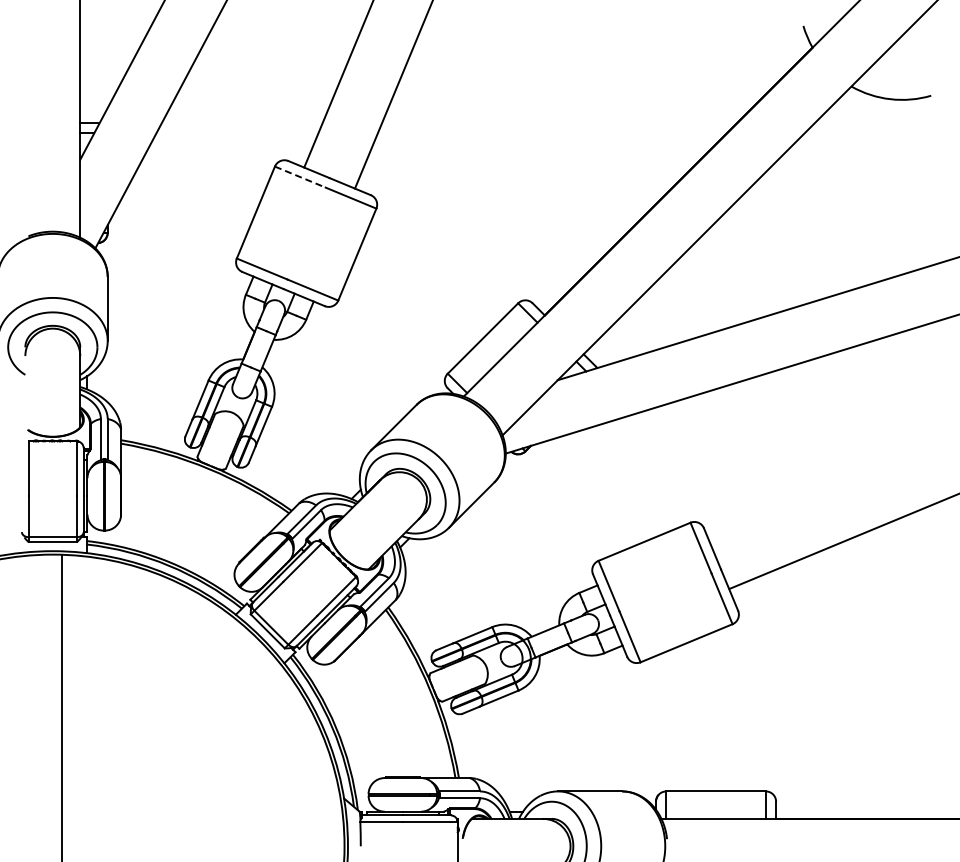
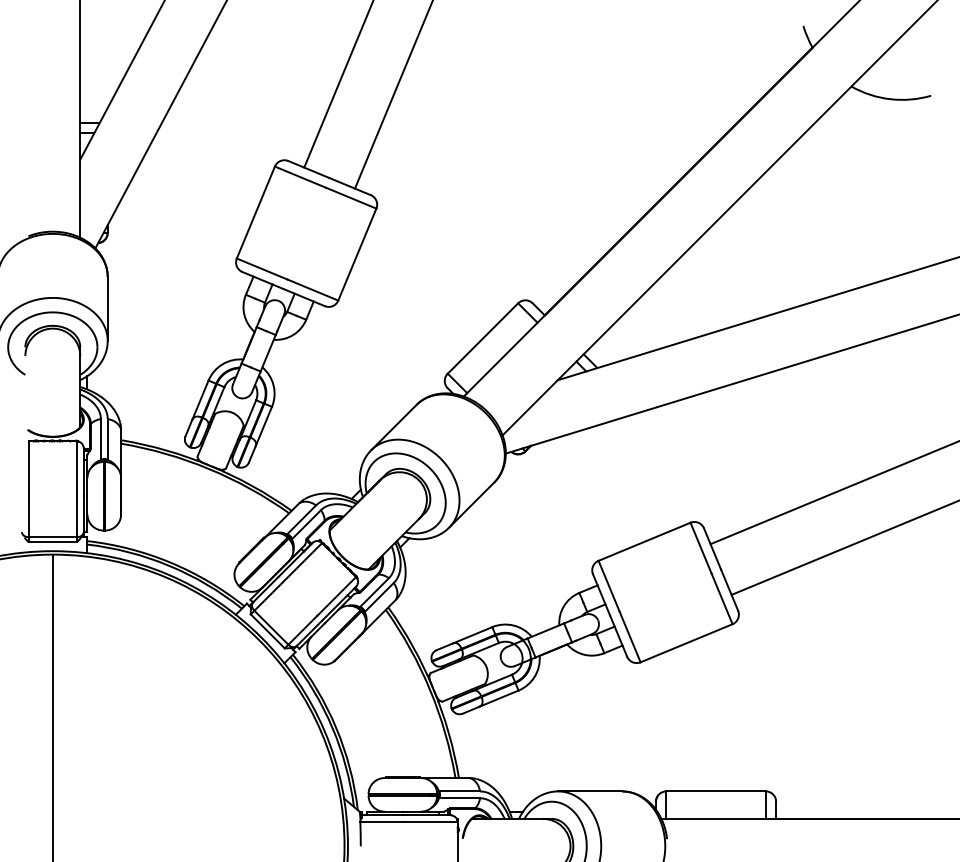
line at (300, 177): dashed -> solid
line at (833, 493): none -> present
line at (842, 541) position: (842, 541) -> (843, 547)
line at (61, 706) position: (61, 706) -> (52, 706)
